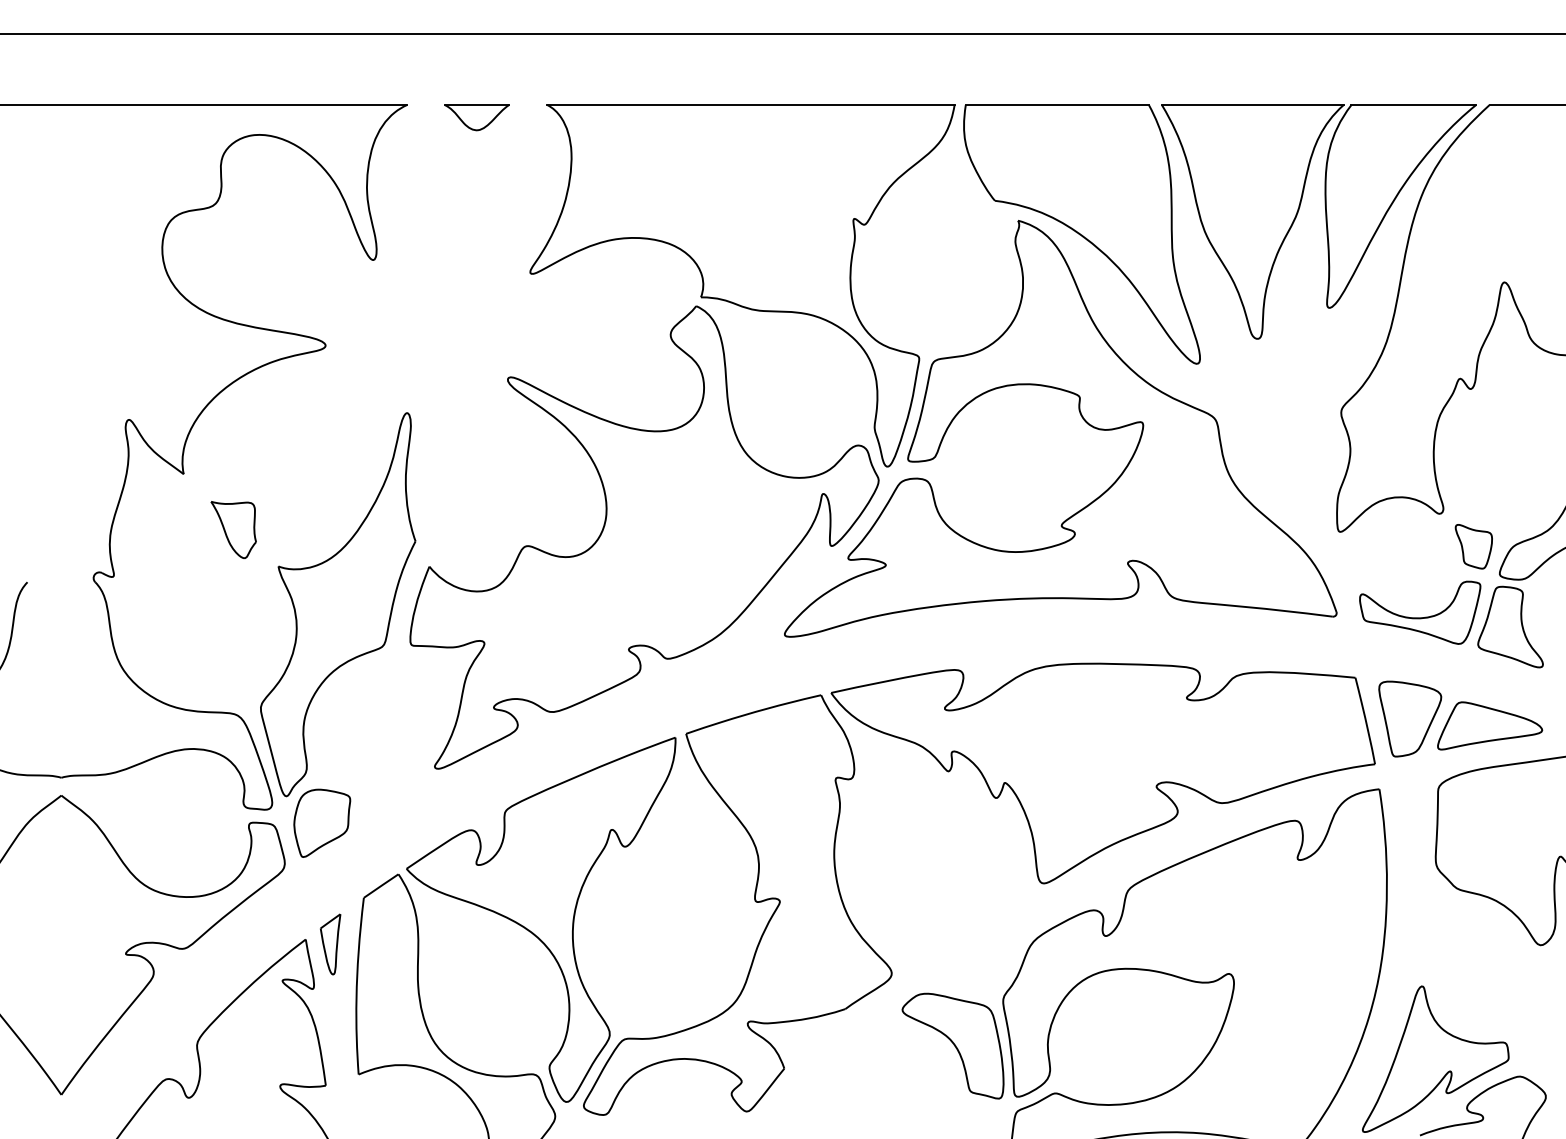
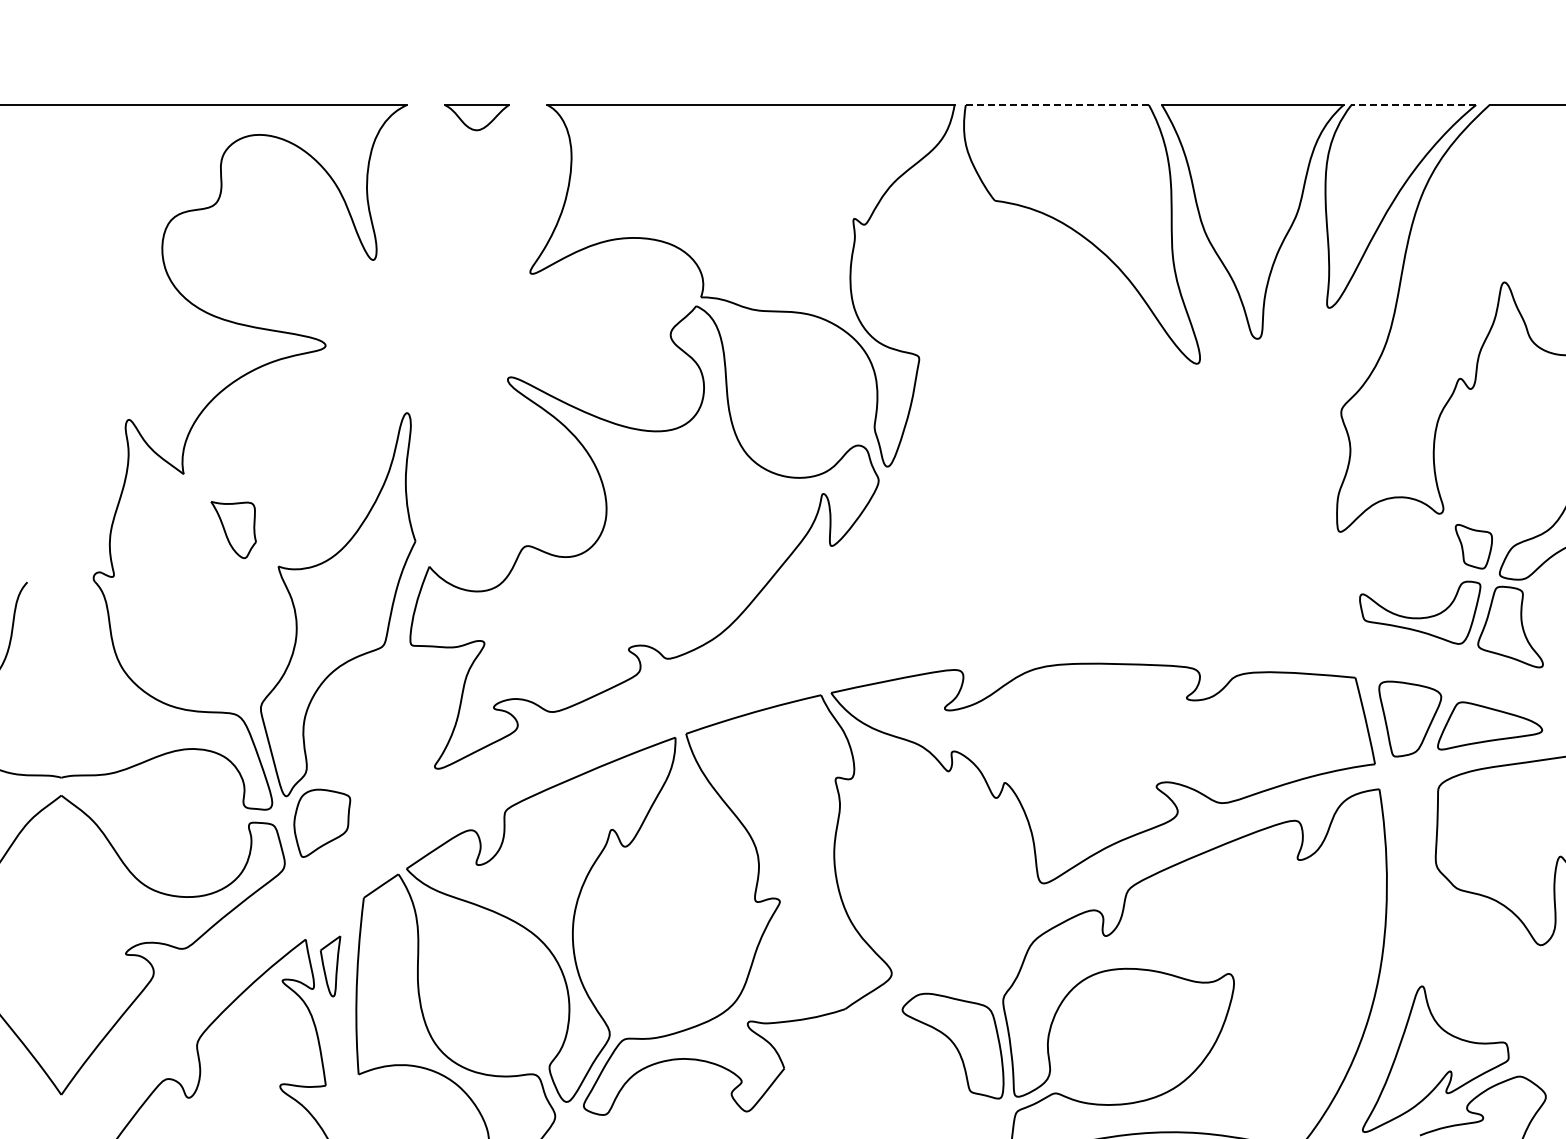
line at (782, 34): present -> none
line at (1057, 105): solid -> dashed
line at (1413, 105): solid -> dashed
part at (1081, 417): present -> none
part at (330, 944) position: (330, 944) -> (330, 966)
